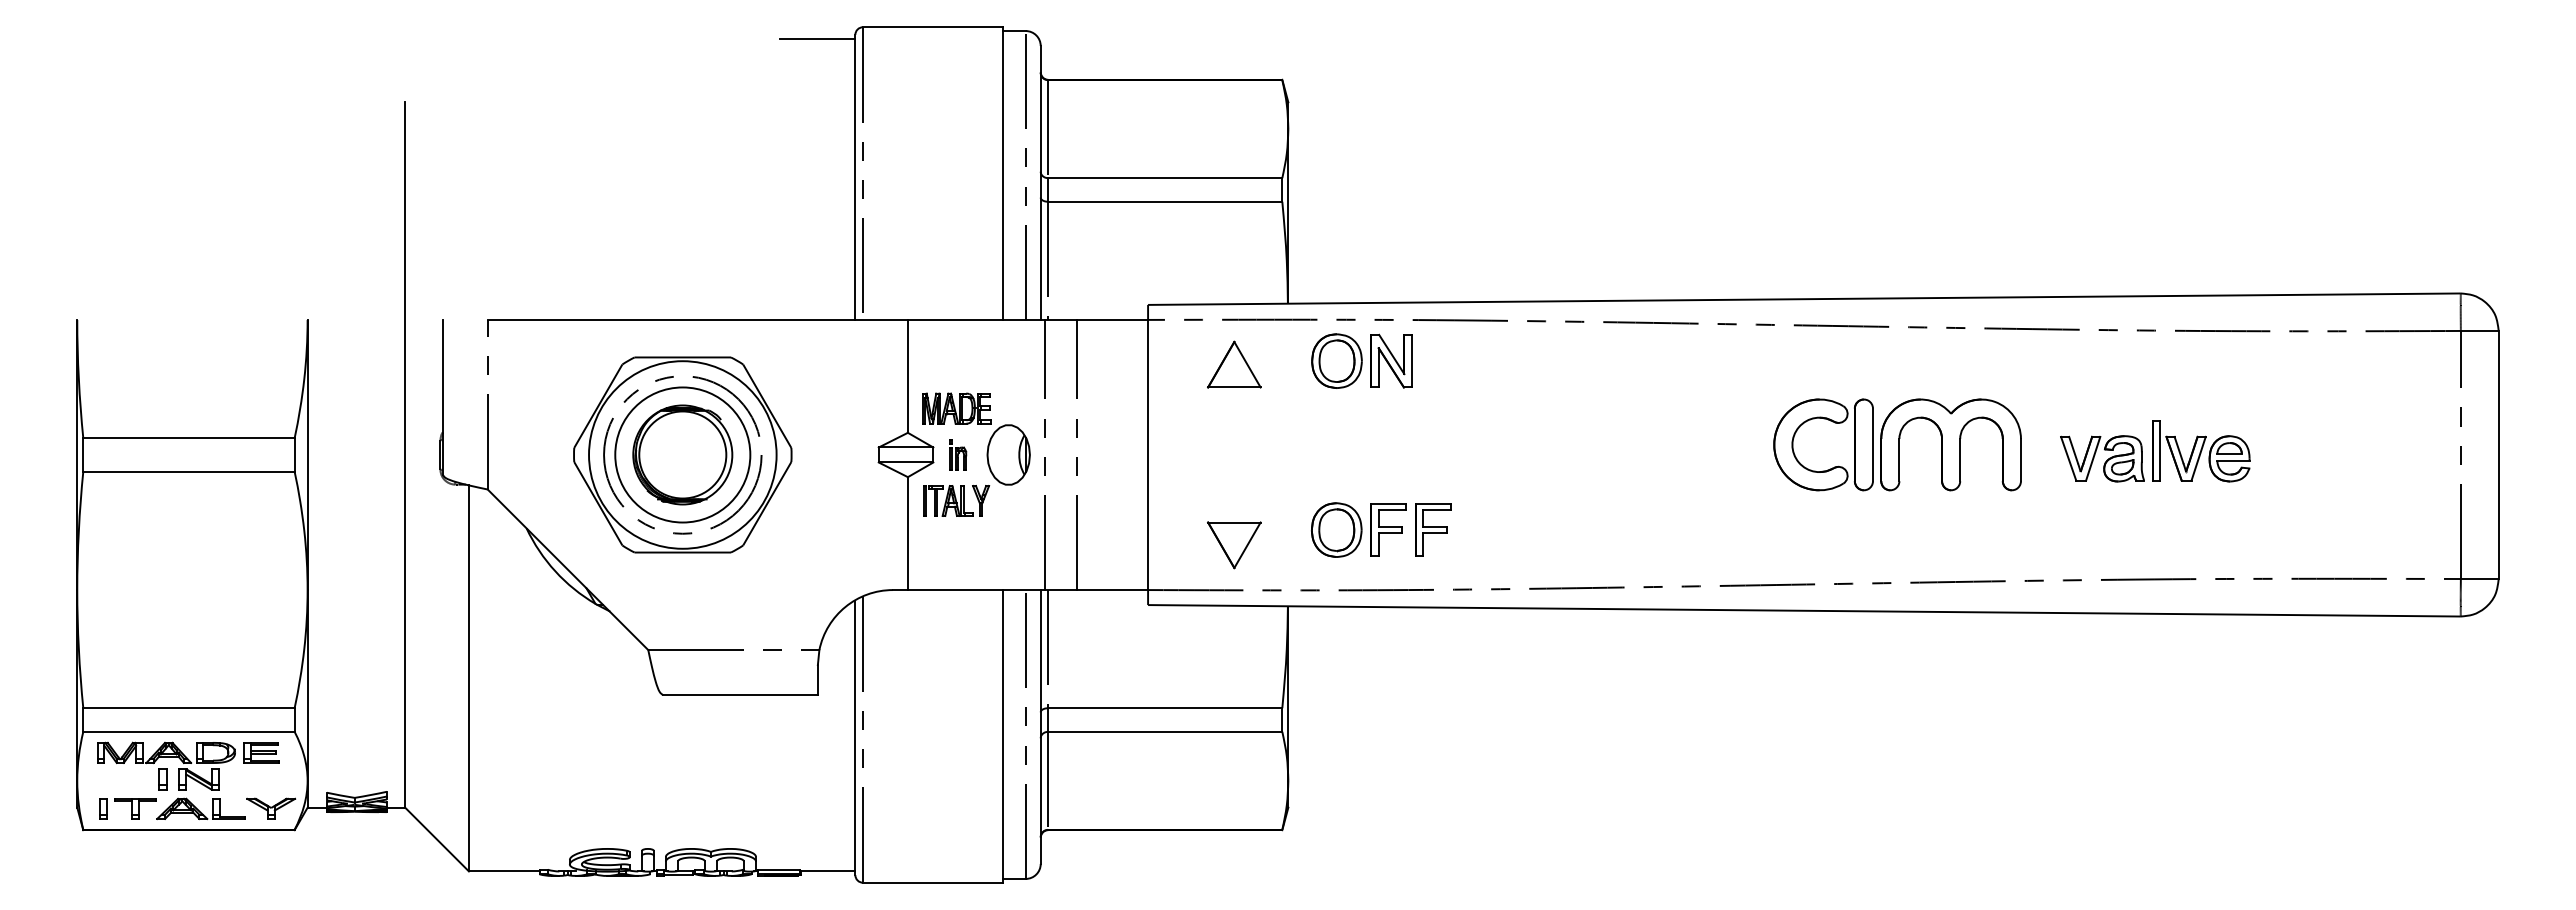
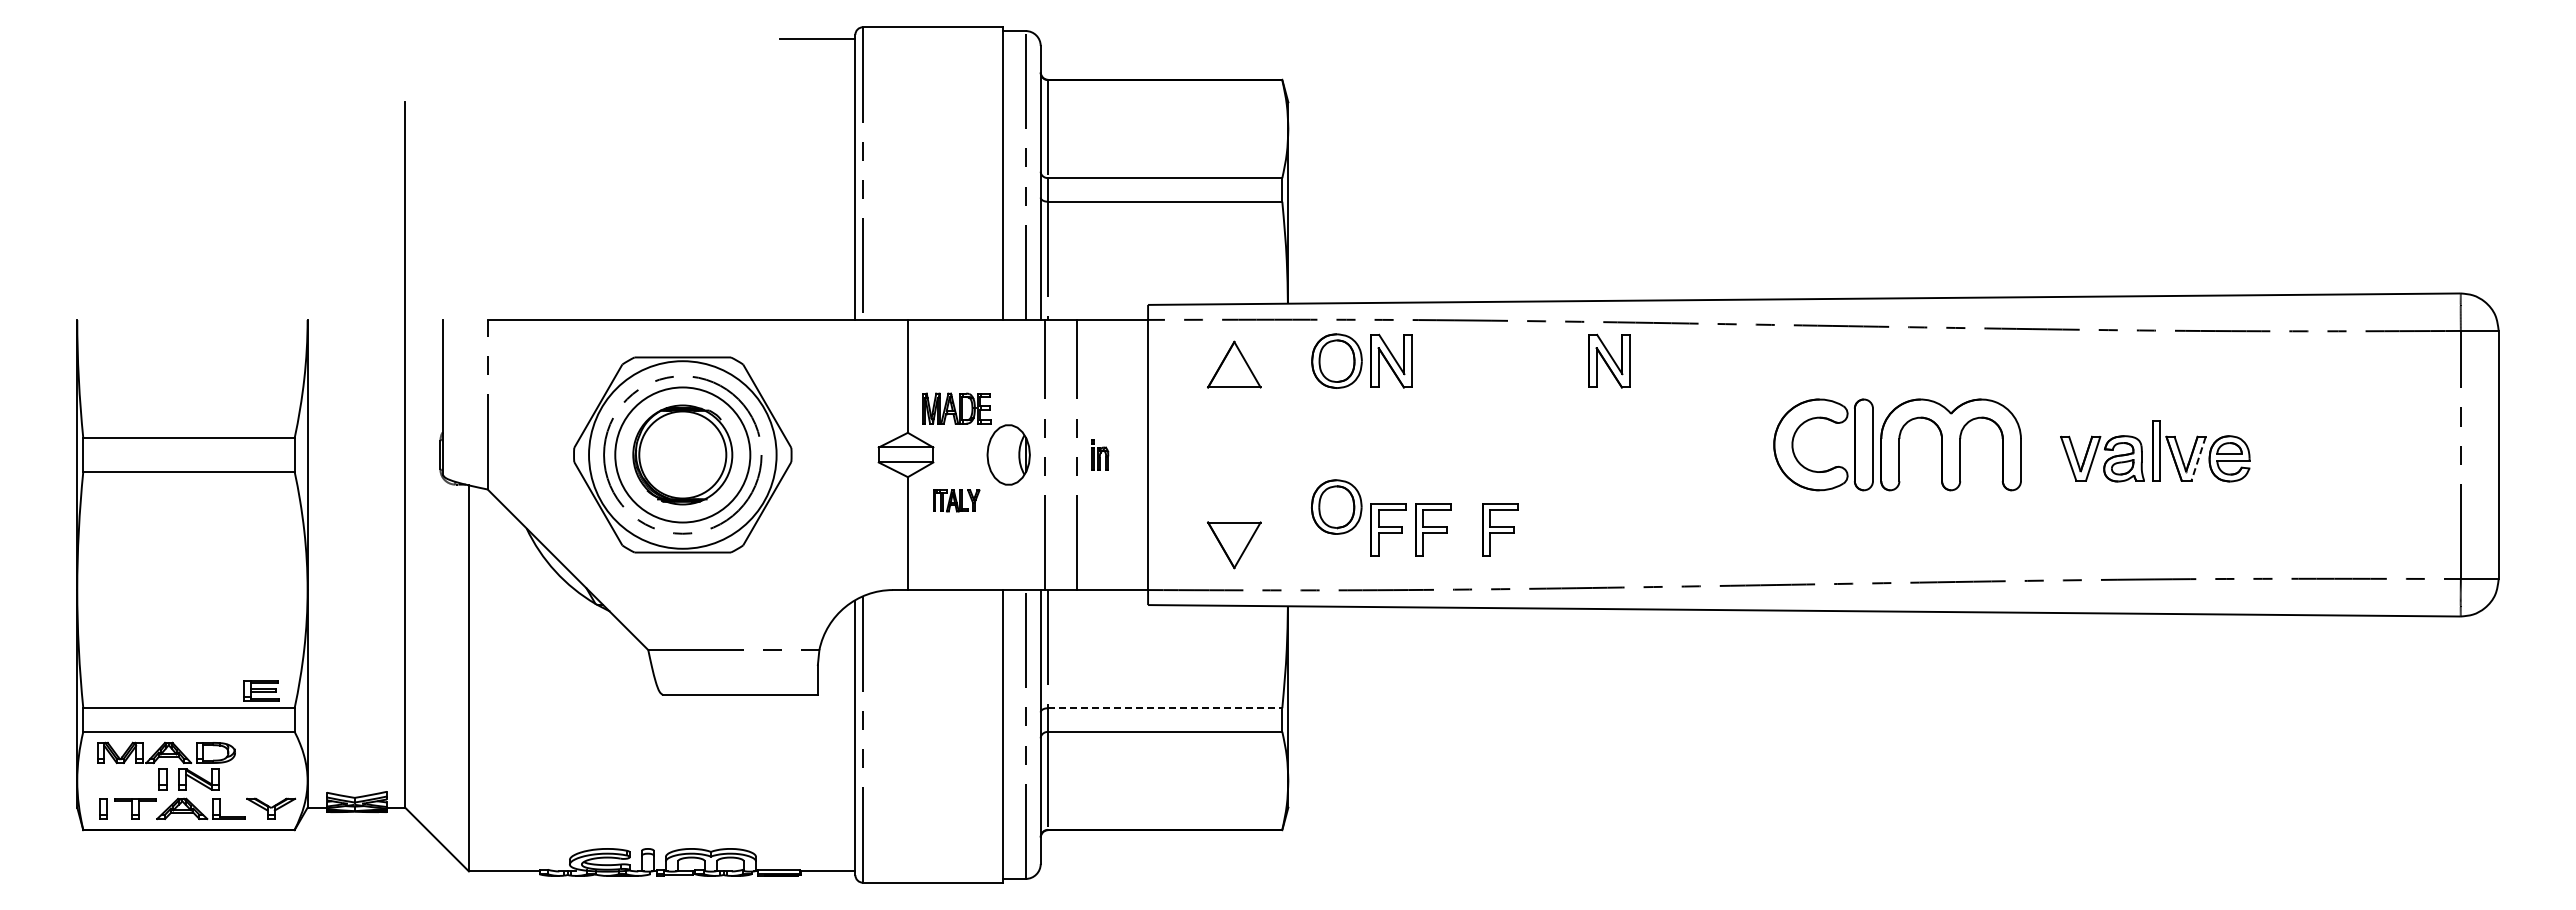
part at (1609, 360): none -> present
part at (958, 454) position: (958, 454) -> (1100, 454)
line at (2198, 459): solid -> dashed
part at (956, 500) size: 68x32 px -> 48x24 px
part at (1336, 529) position: (1336, 529) -> (1336, 506)
part at (1500, 529): none -> present
line at (1165, 708): solid -> dashed
part at (261, 752) position: (261, 752) -> (261, 690)
